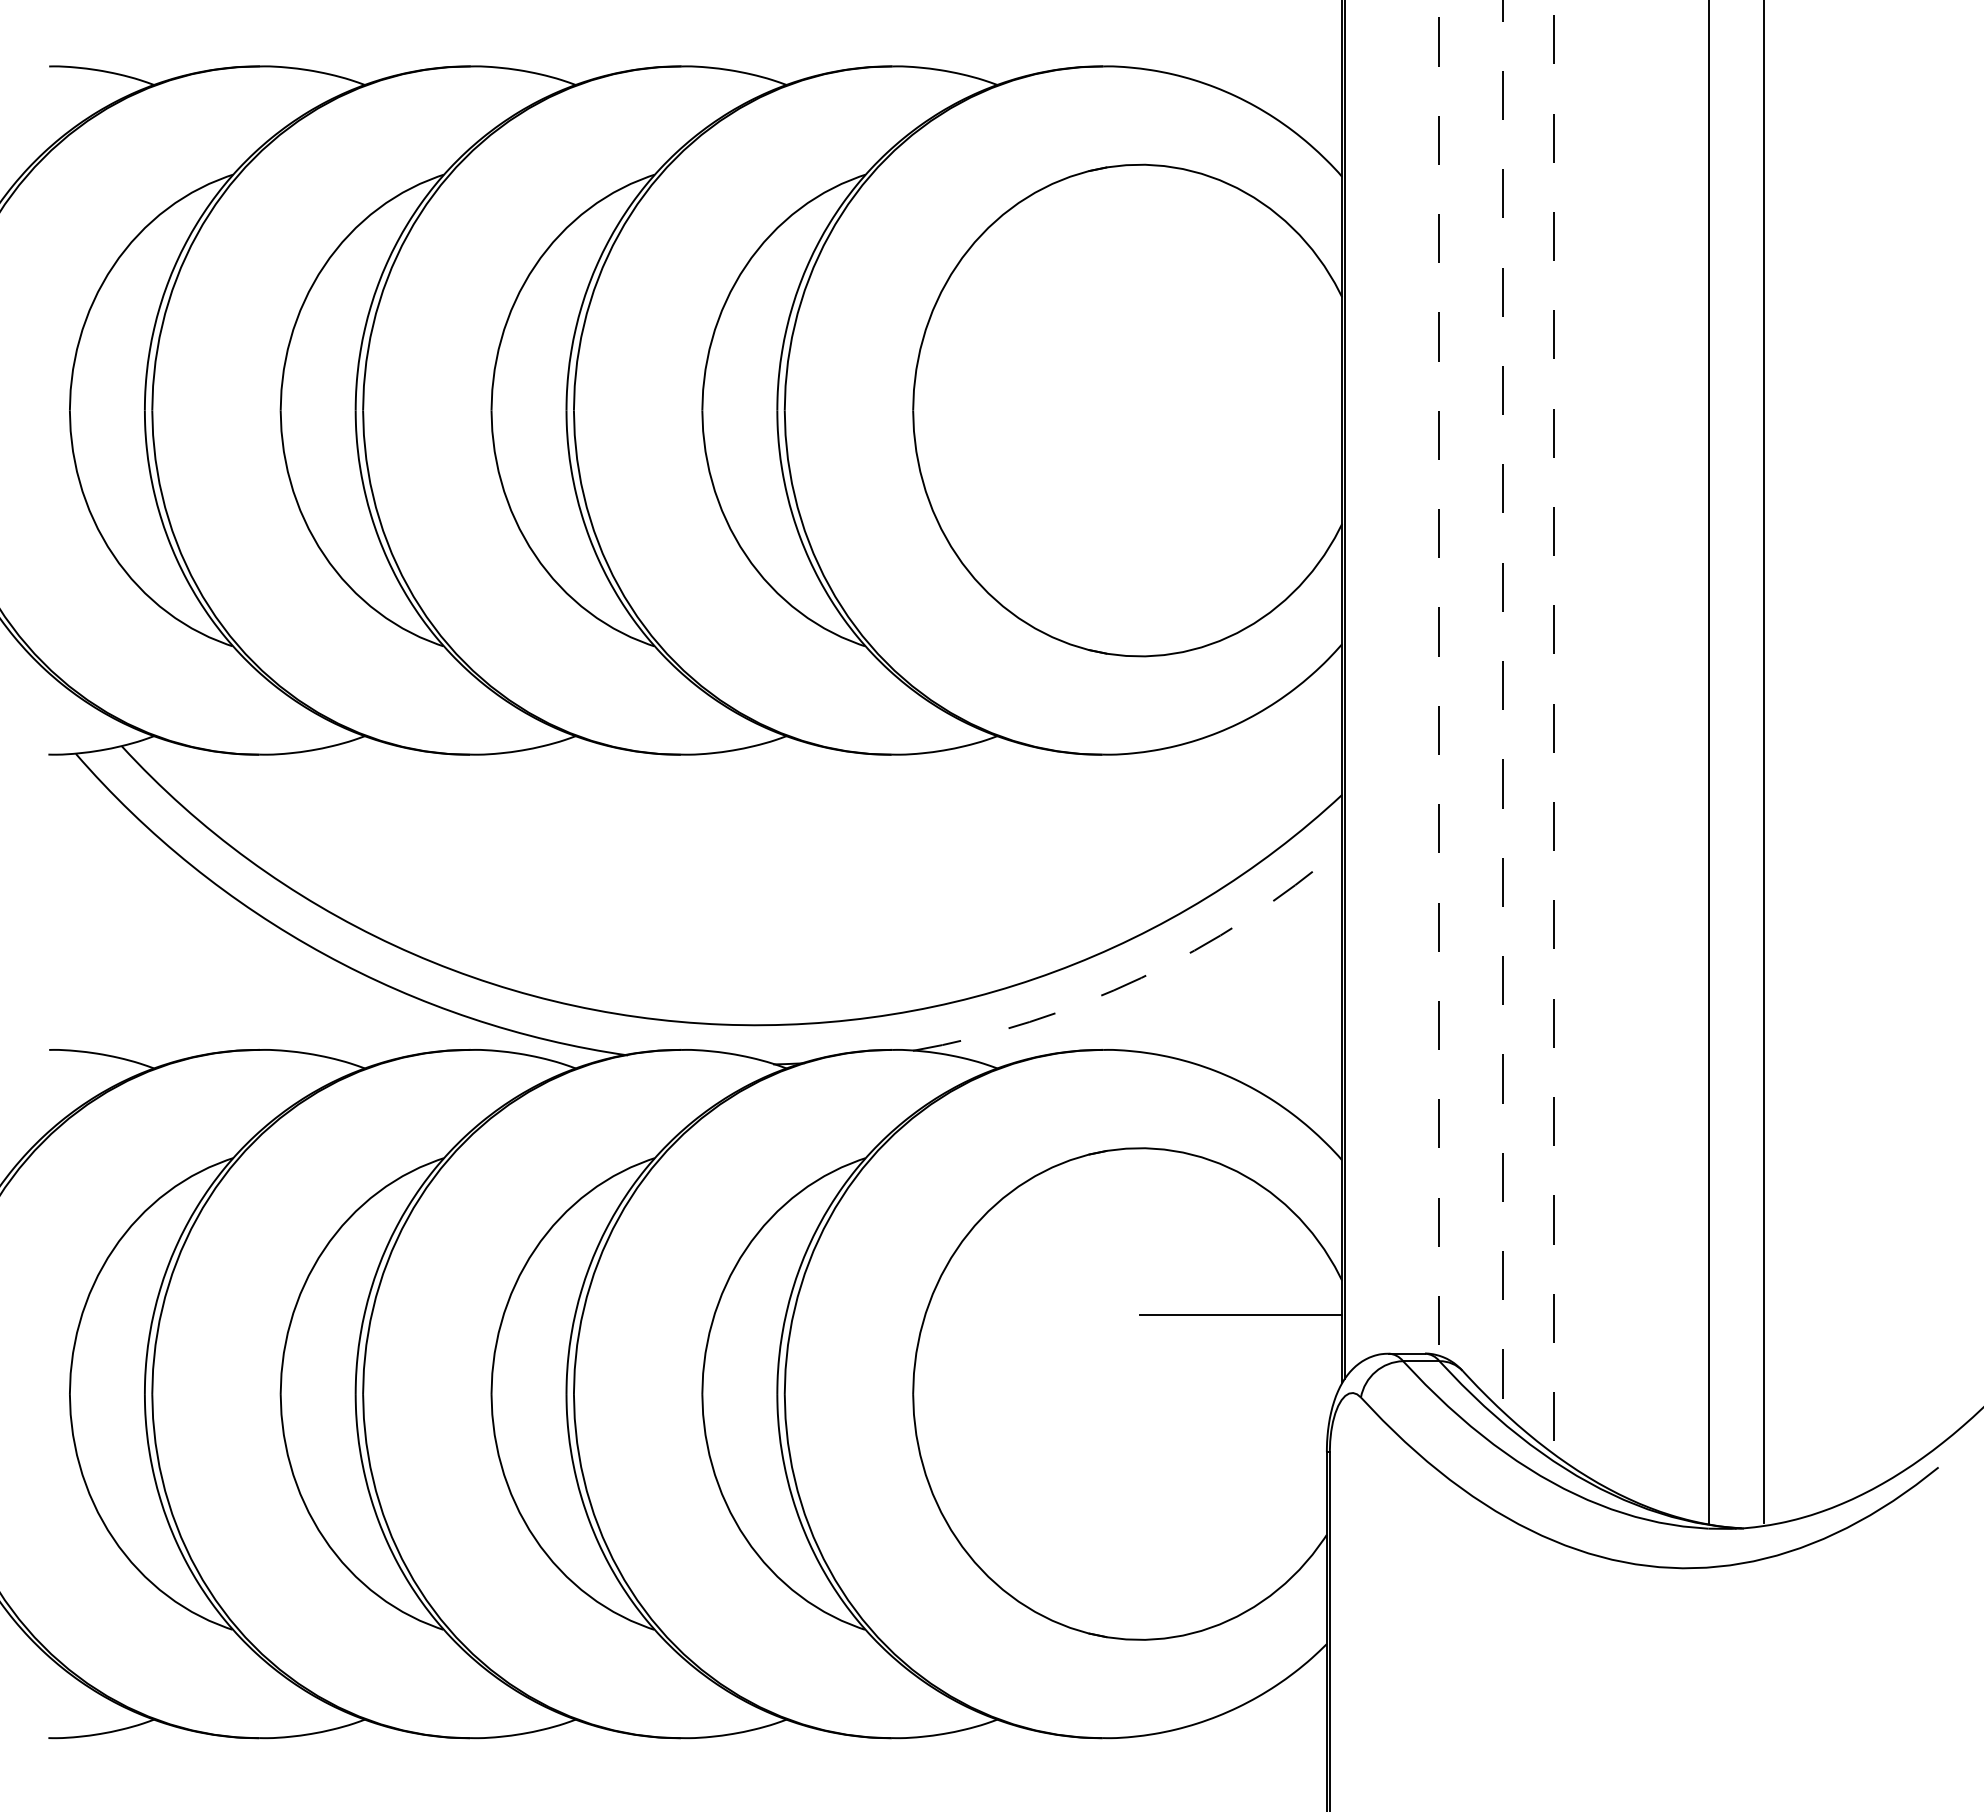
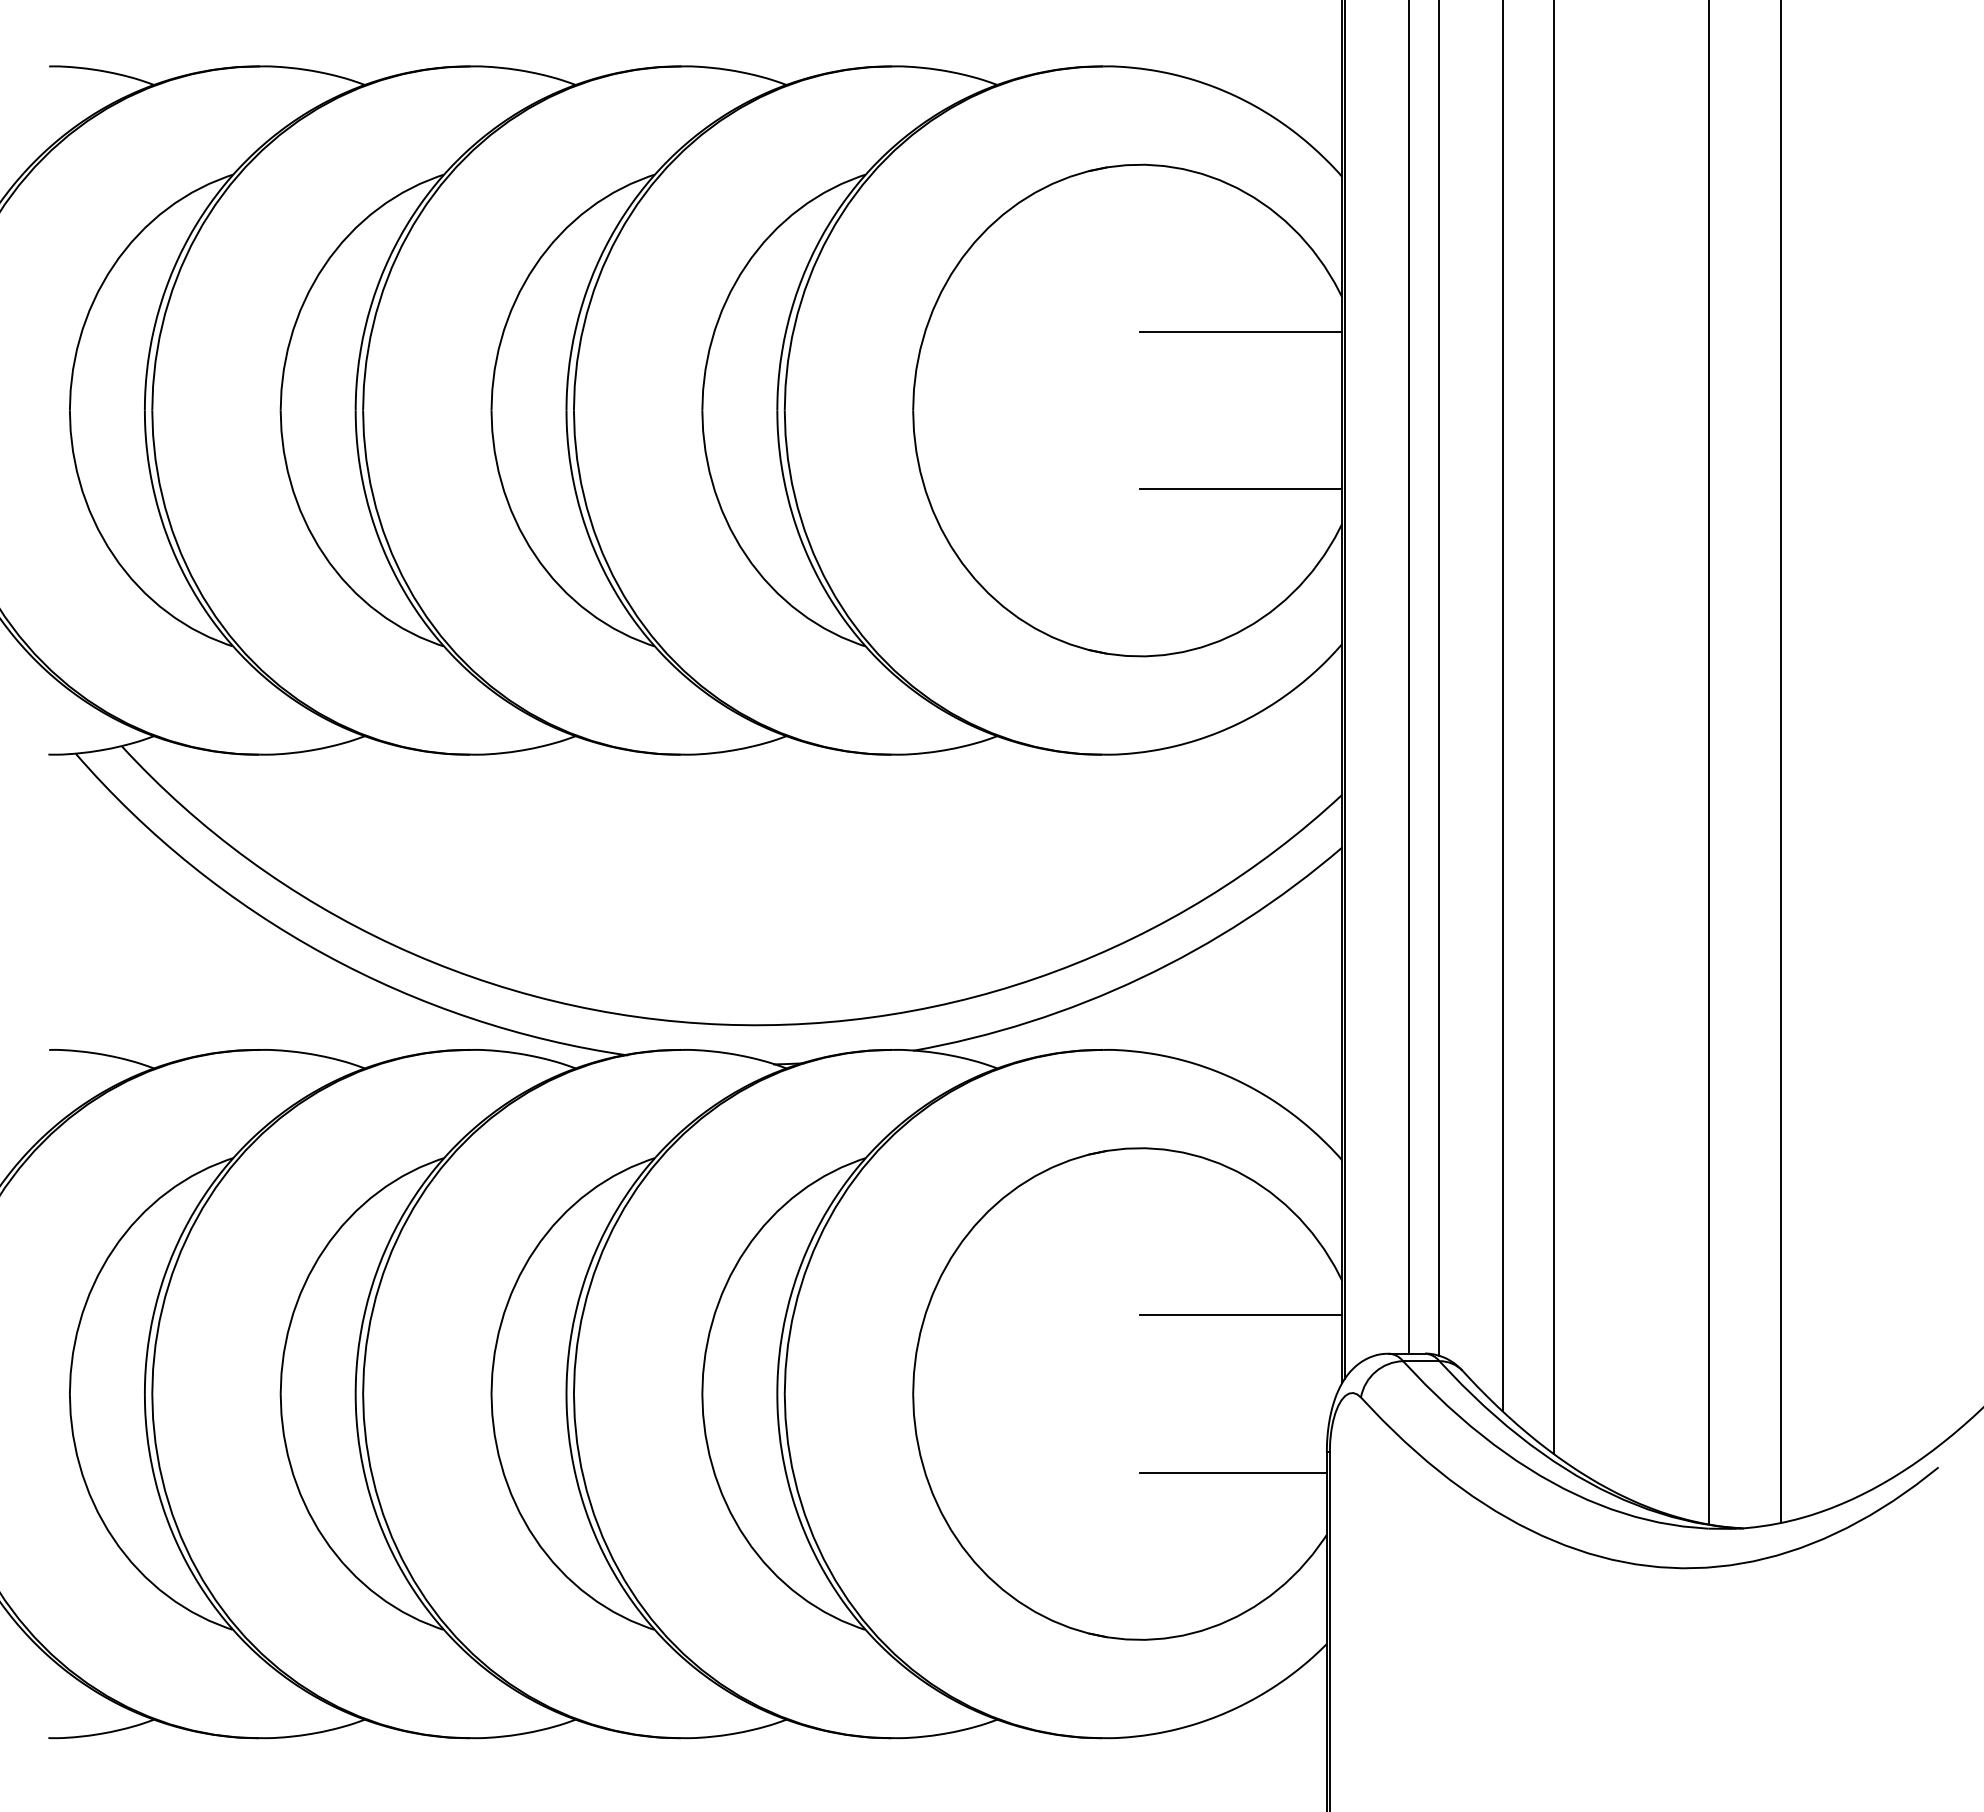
line at (1241, 331): none -> present
line at (1241, 489): none -> present
line at (1408, 677): none -> present
line at (1438, 678): dashed -> solid
line at (1502, 706): dashed -> solid
line at (1554, 727): dashed -> solid
line at (1764, 762) position: (1764, 762) -> (1781, 762)
arc at (1141, 978): dashed -> solid
line at (1233, 1472): none -> present
